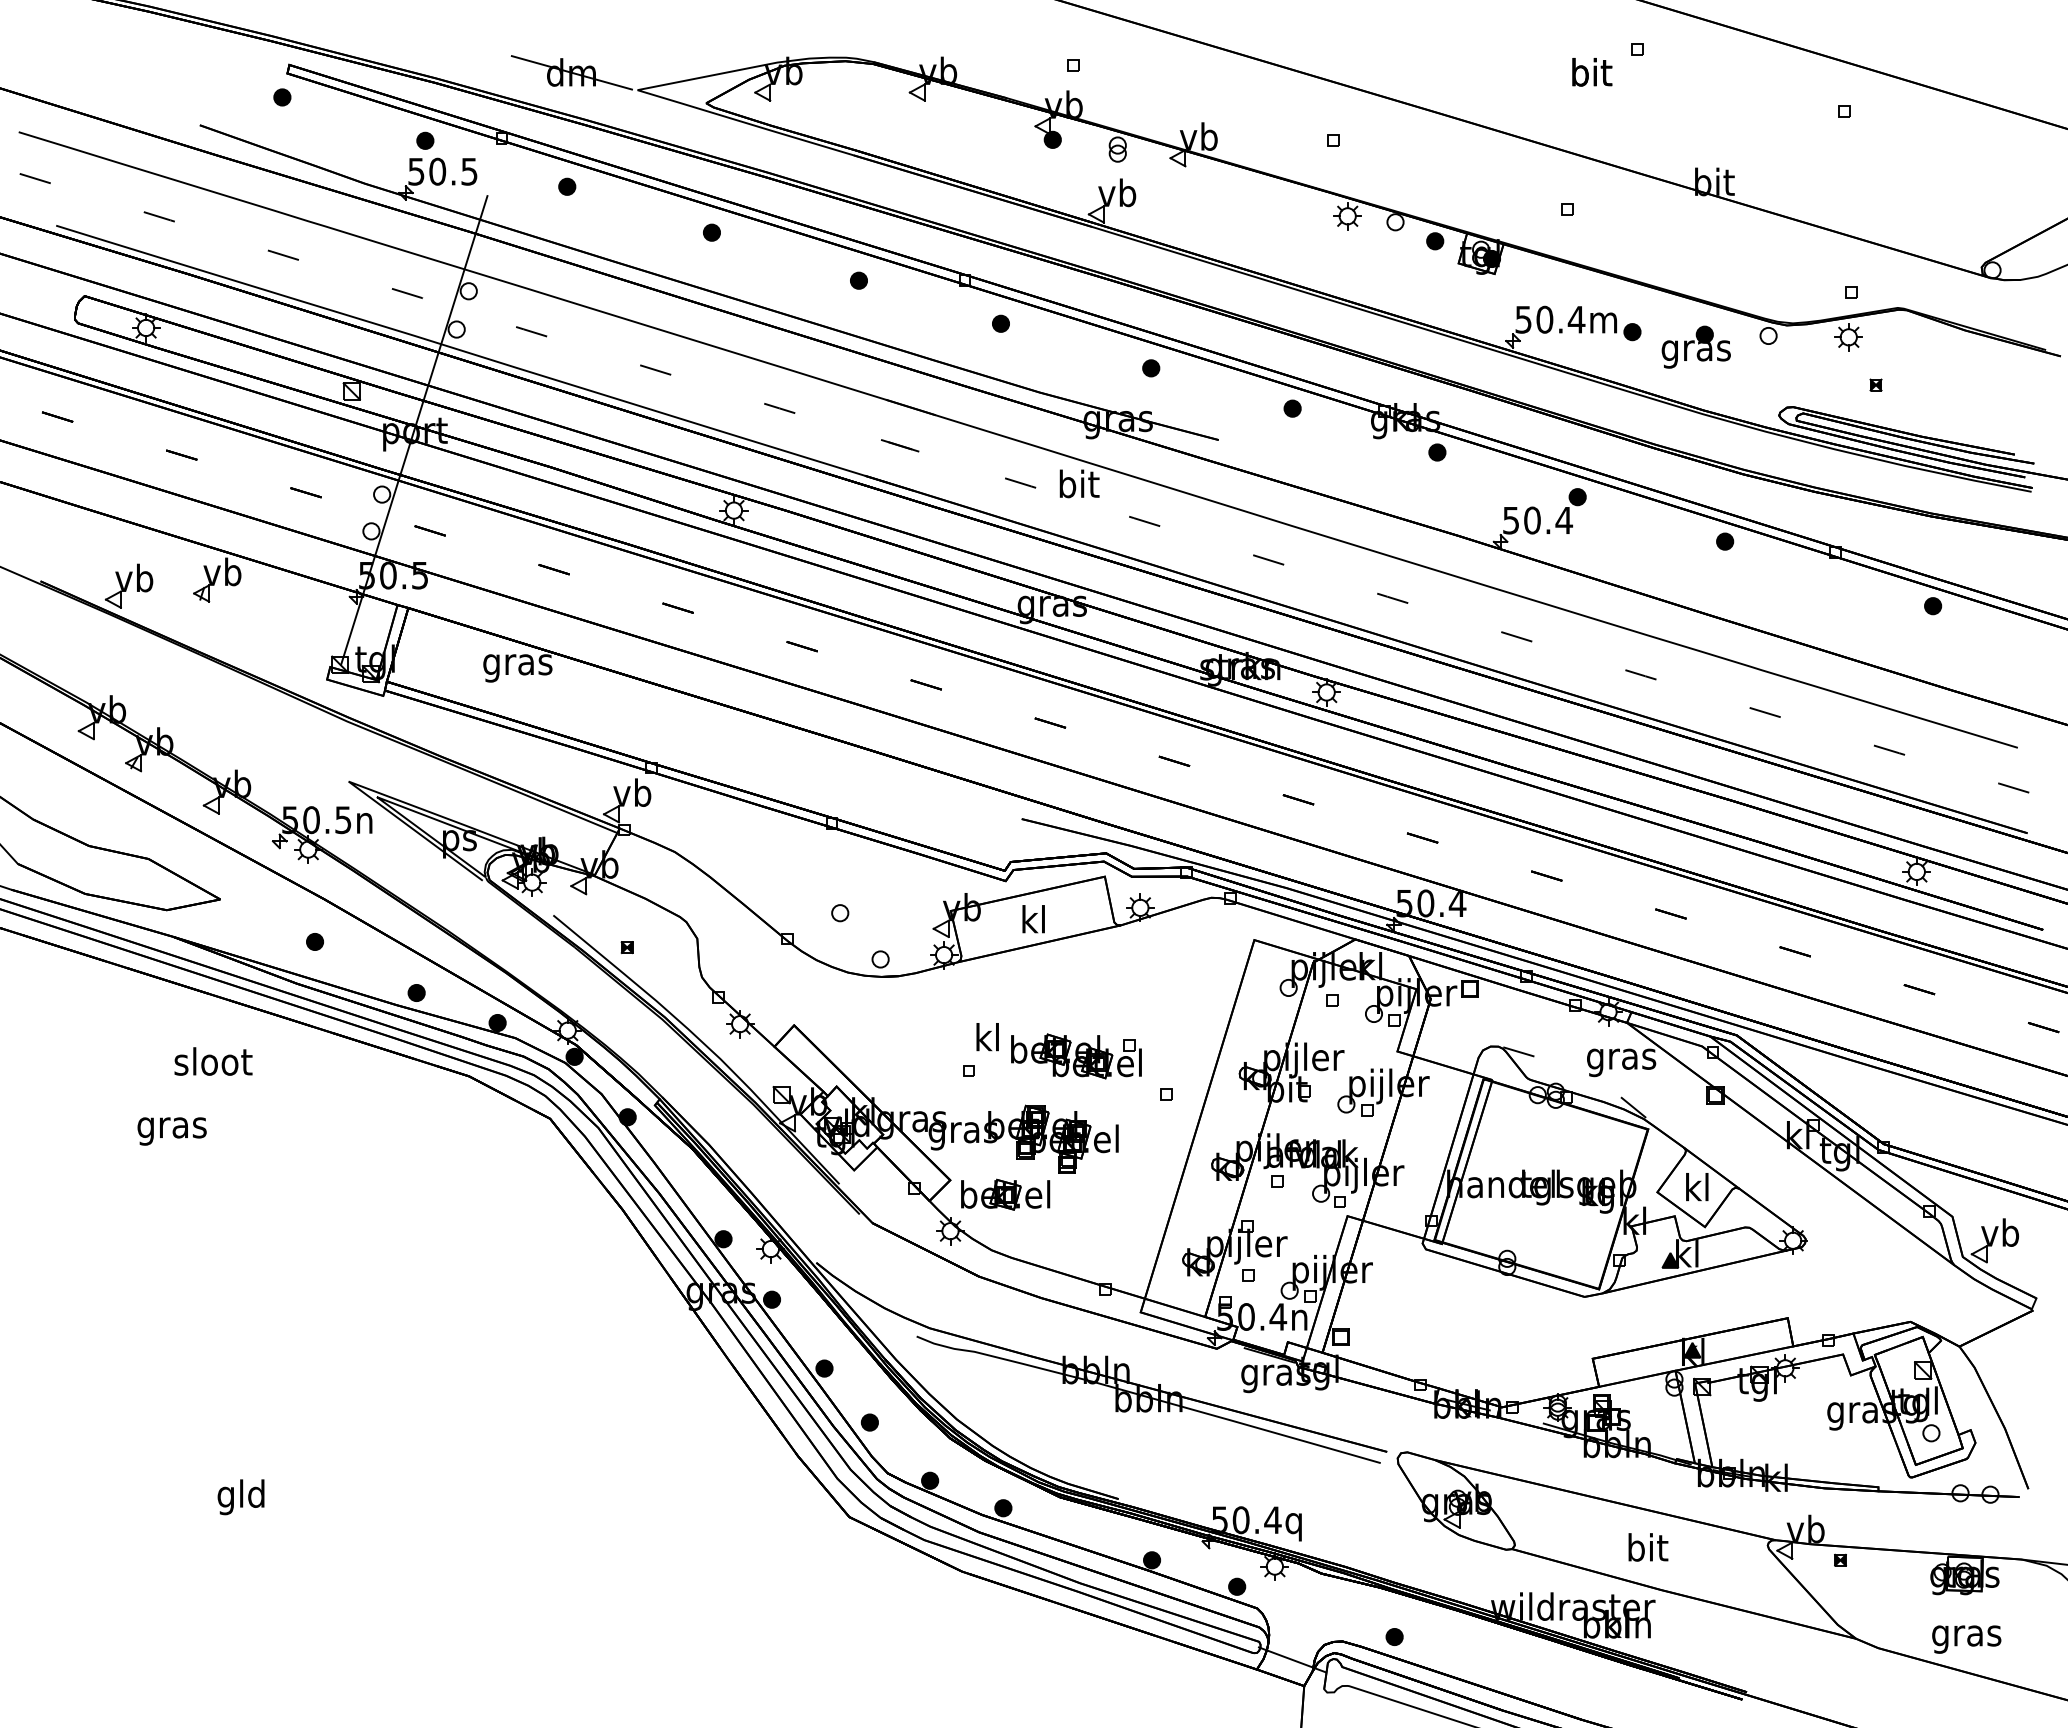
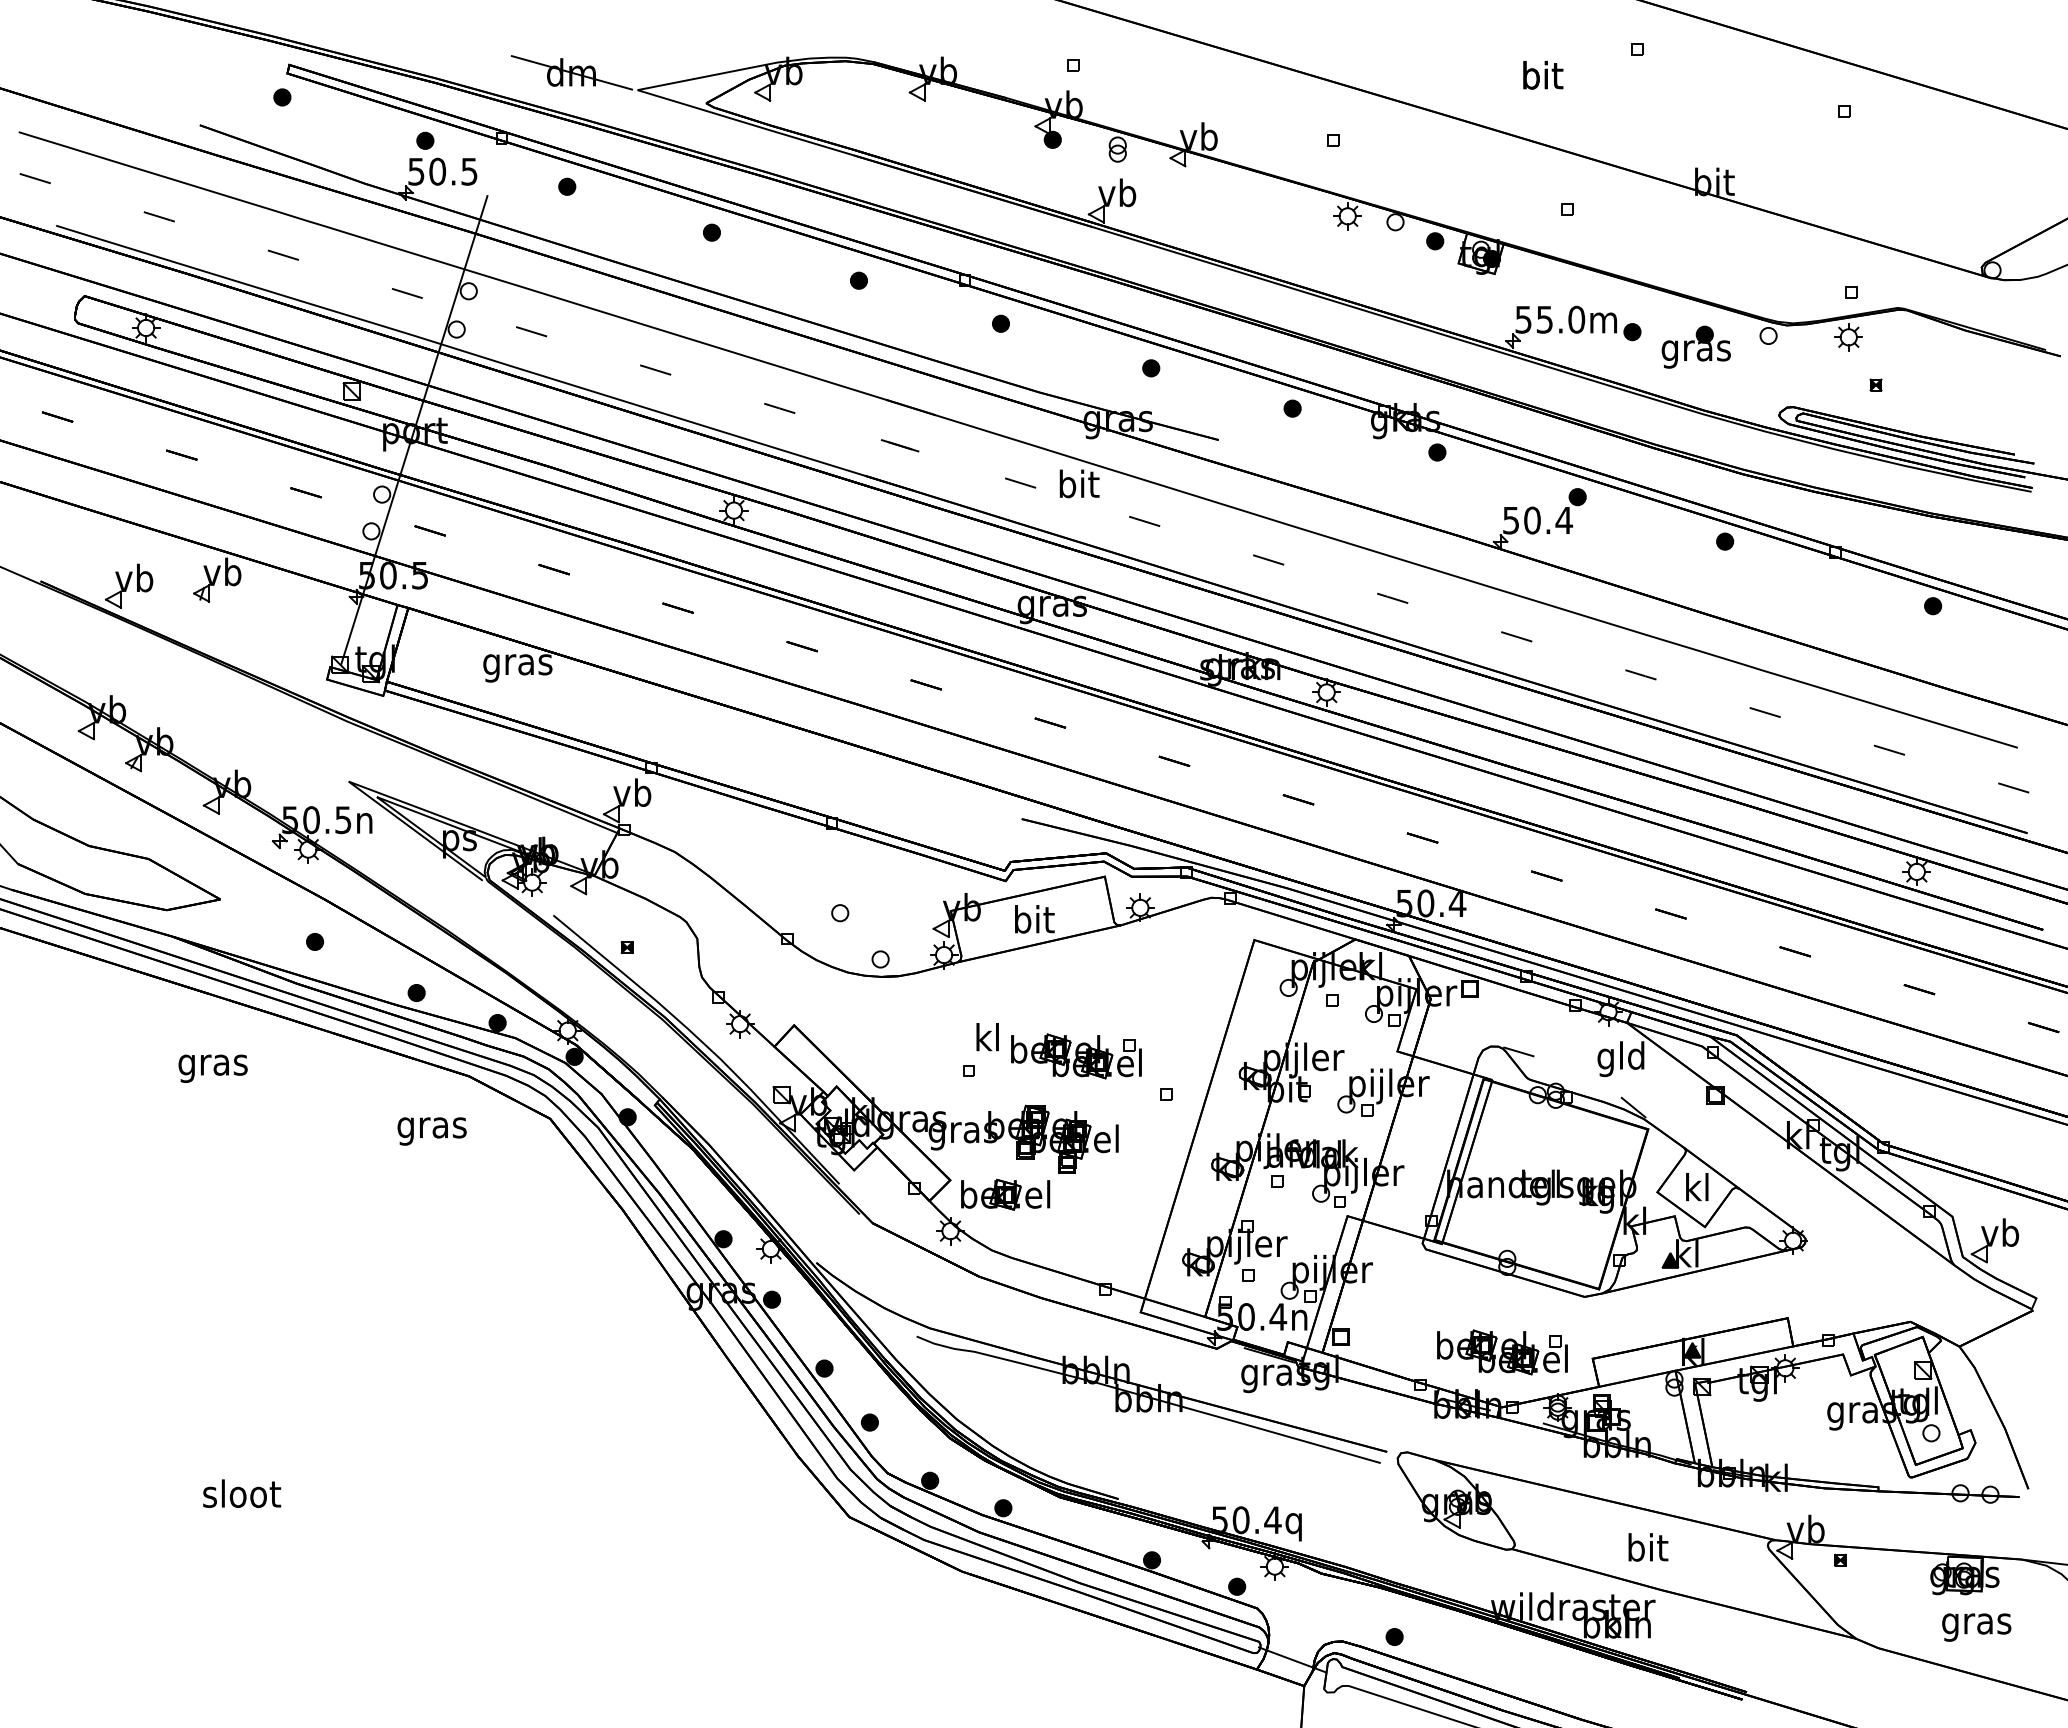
text at (1592, 72) position: (1592, 72) -> (1543, 75)
text at (1560, 319): 50.4m -> 55.0m
text at (1034, 919): kl -> bit
text at (1621, 1059): gras -> gld
text at (213, 1065): sloot -> gras
text at (171, 1131) position: (171, 1131) -> (431, 1131)
part at (1502, 1352): none -> present
text at (242, 1497): gld -> sloot
text at (1966, 1639) position: (1966, 1639) -> (1976, 1627)
